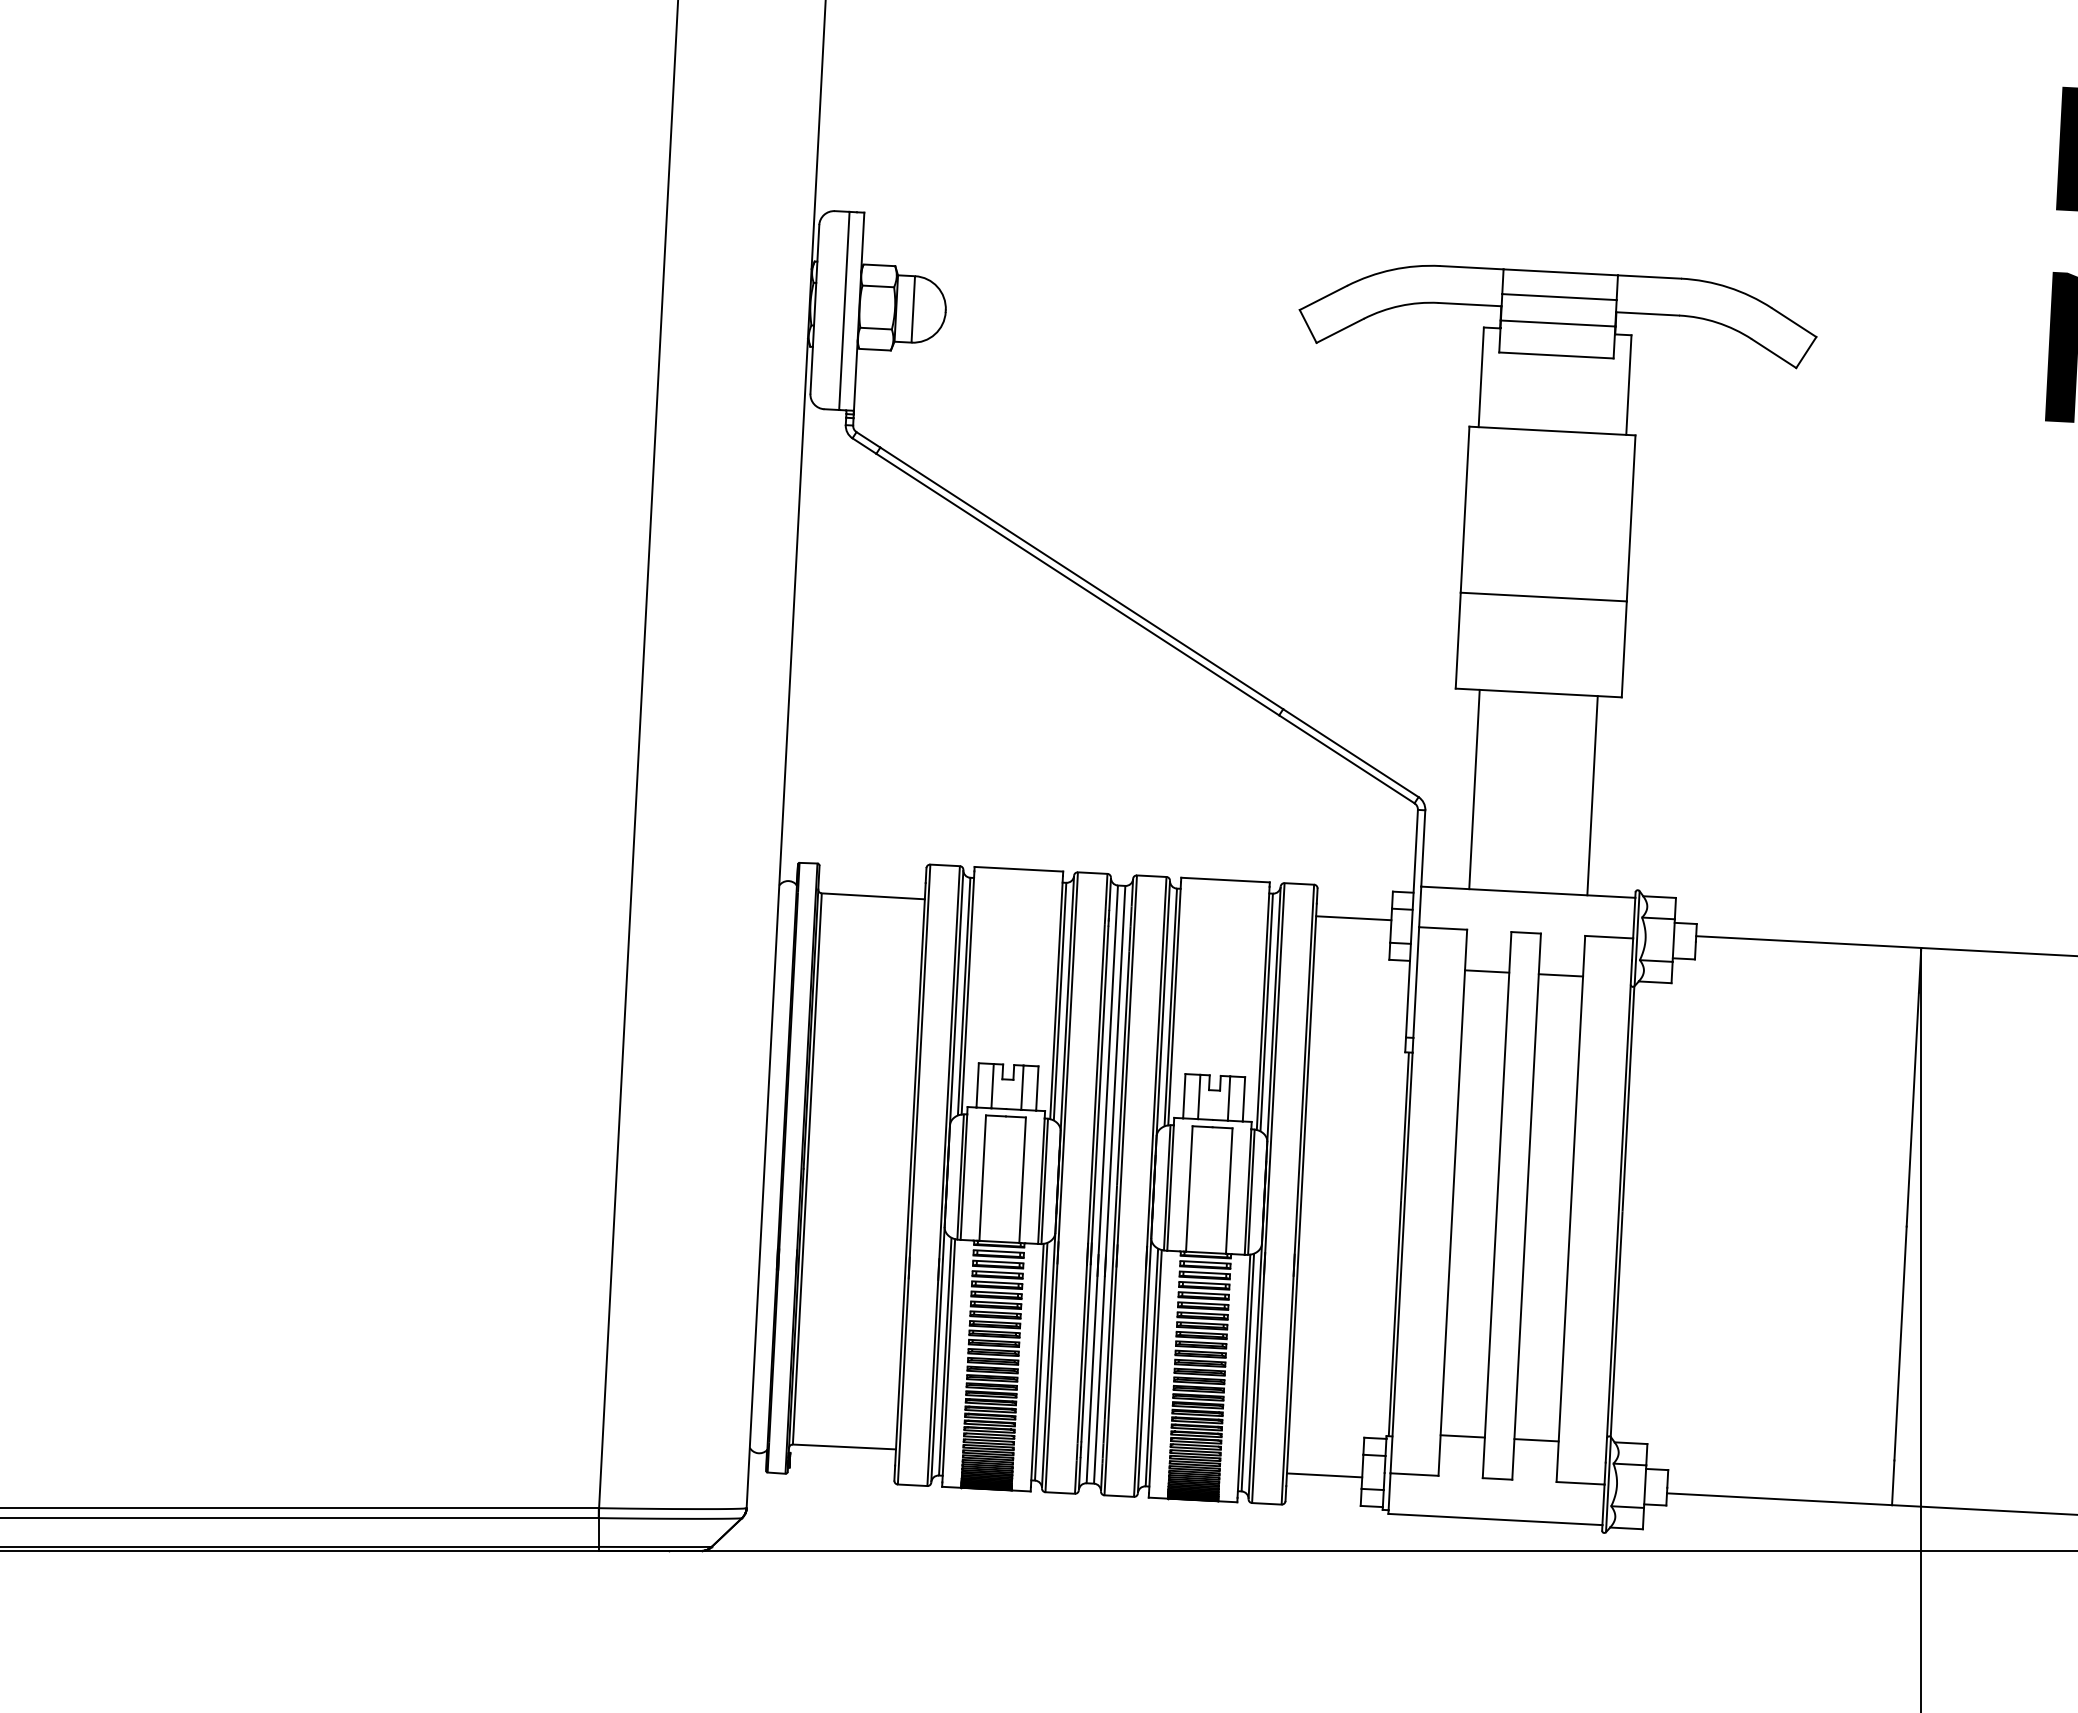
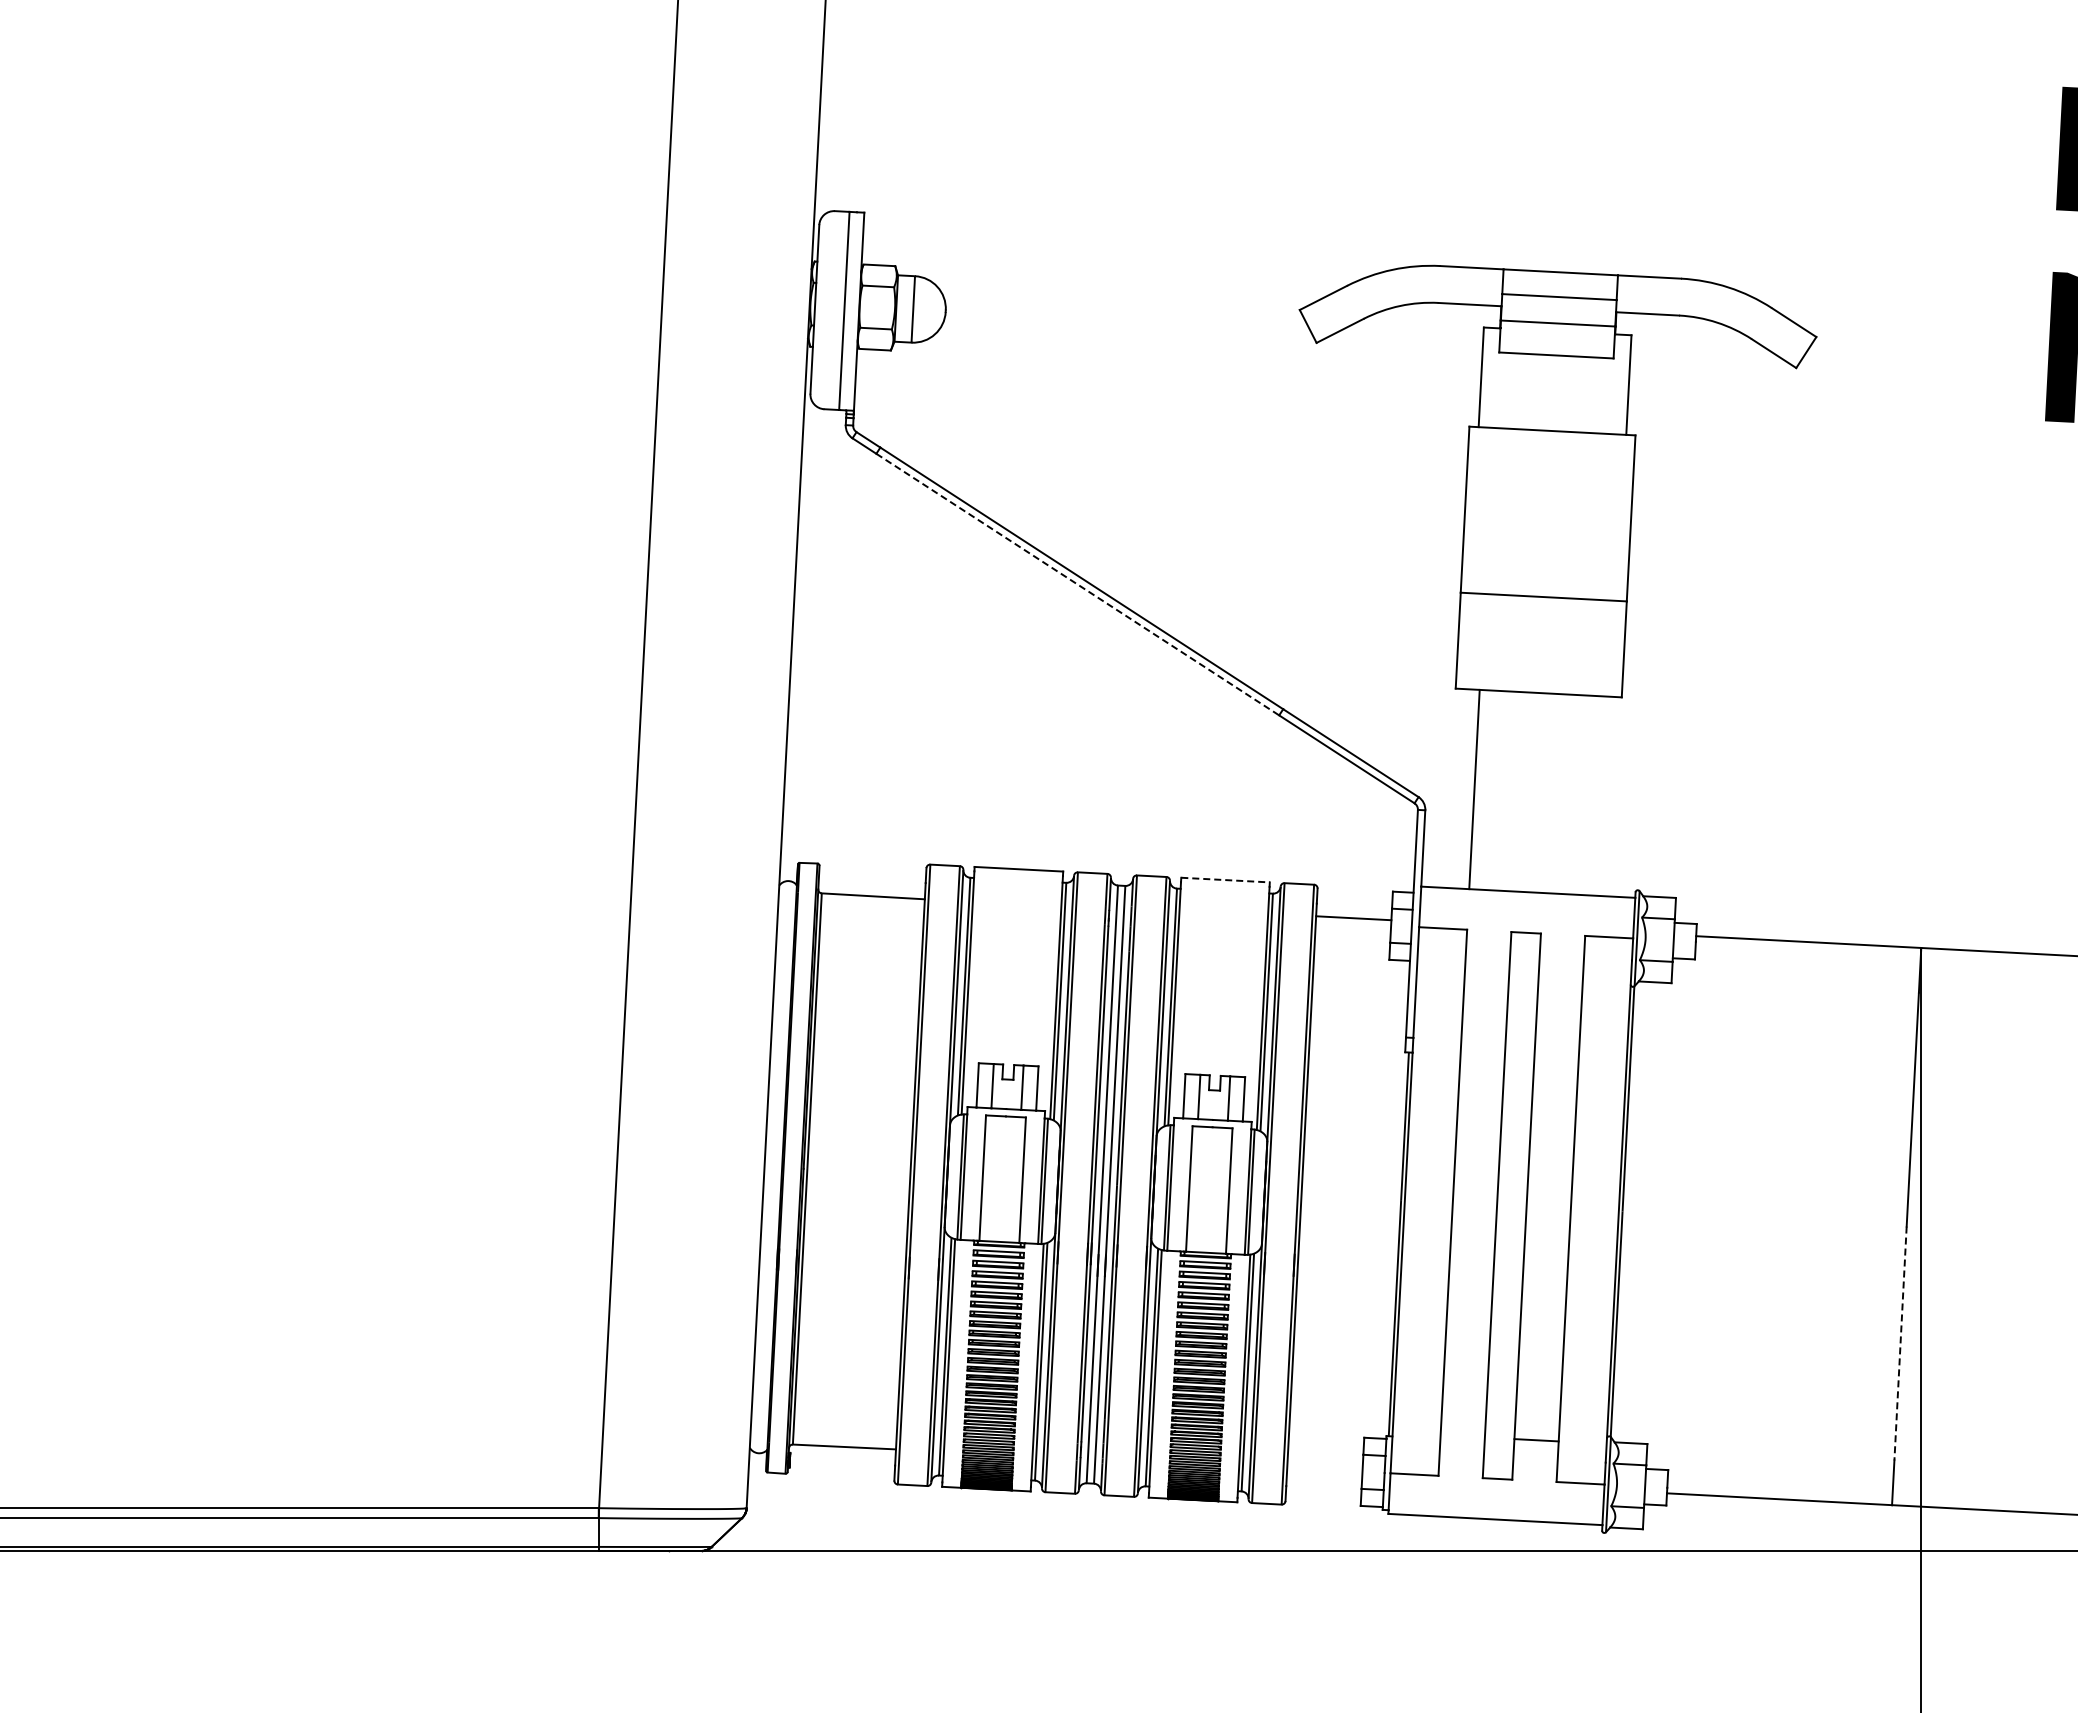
line at (1078, 584): solid -> dashed
line at (1592, 795): present -> none
line at (1226, 880): solid -> dashed
line at (1487, 971): present -> none
line at (1560, 975): present -> none
line at (1900, 1344): solid -> dashed
line at (1462, 1436): present -> none
line at (1324, 1475): present -> none
